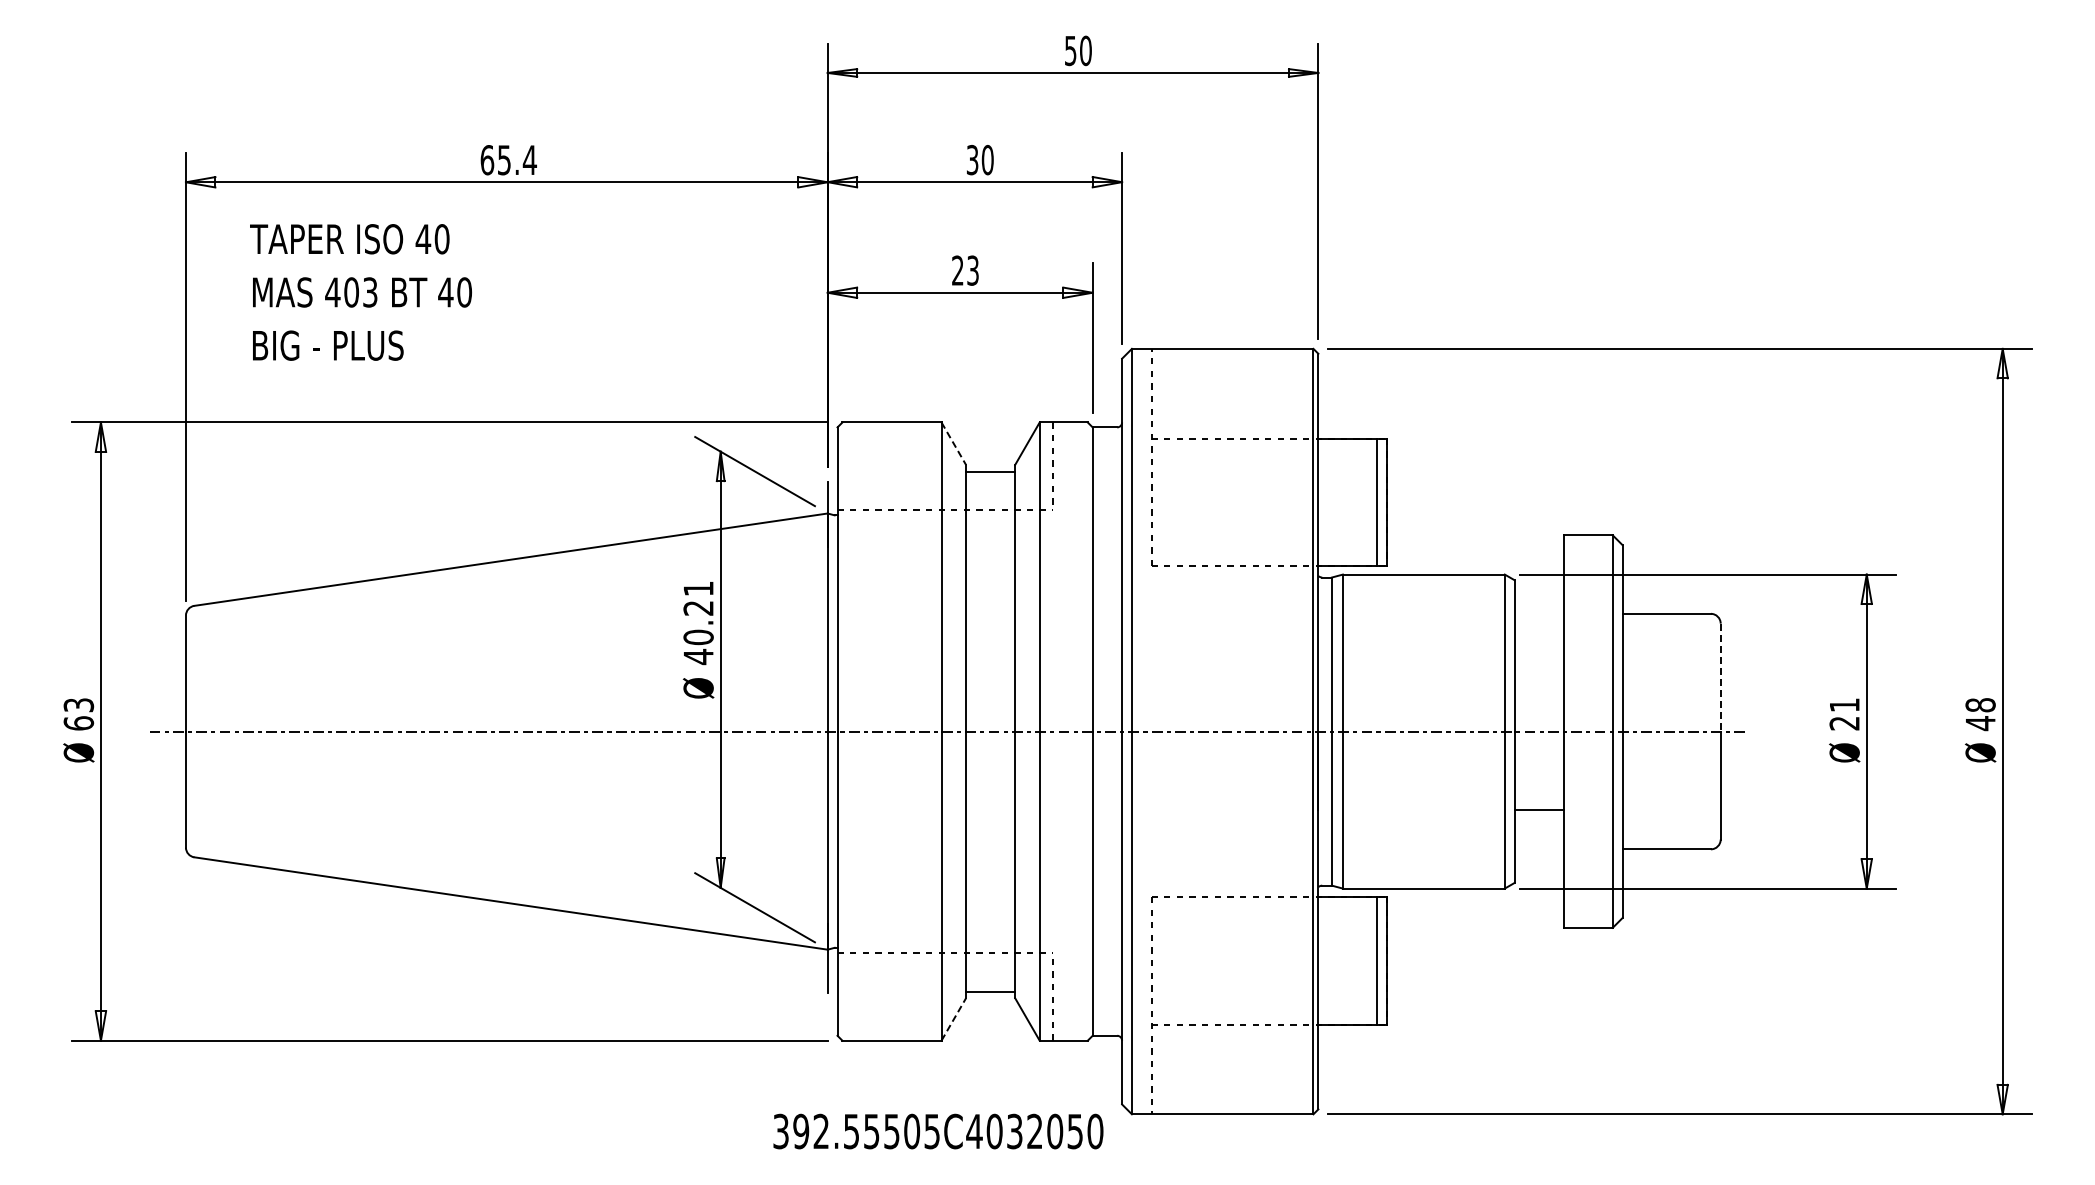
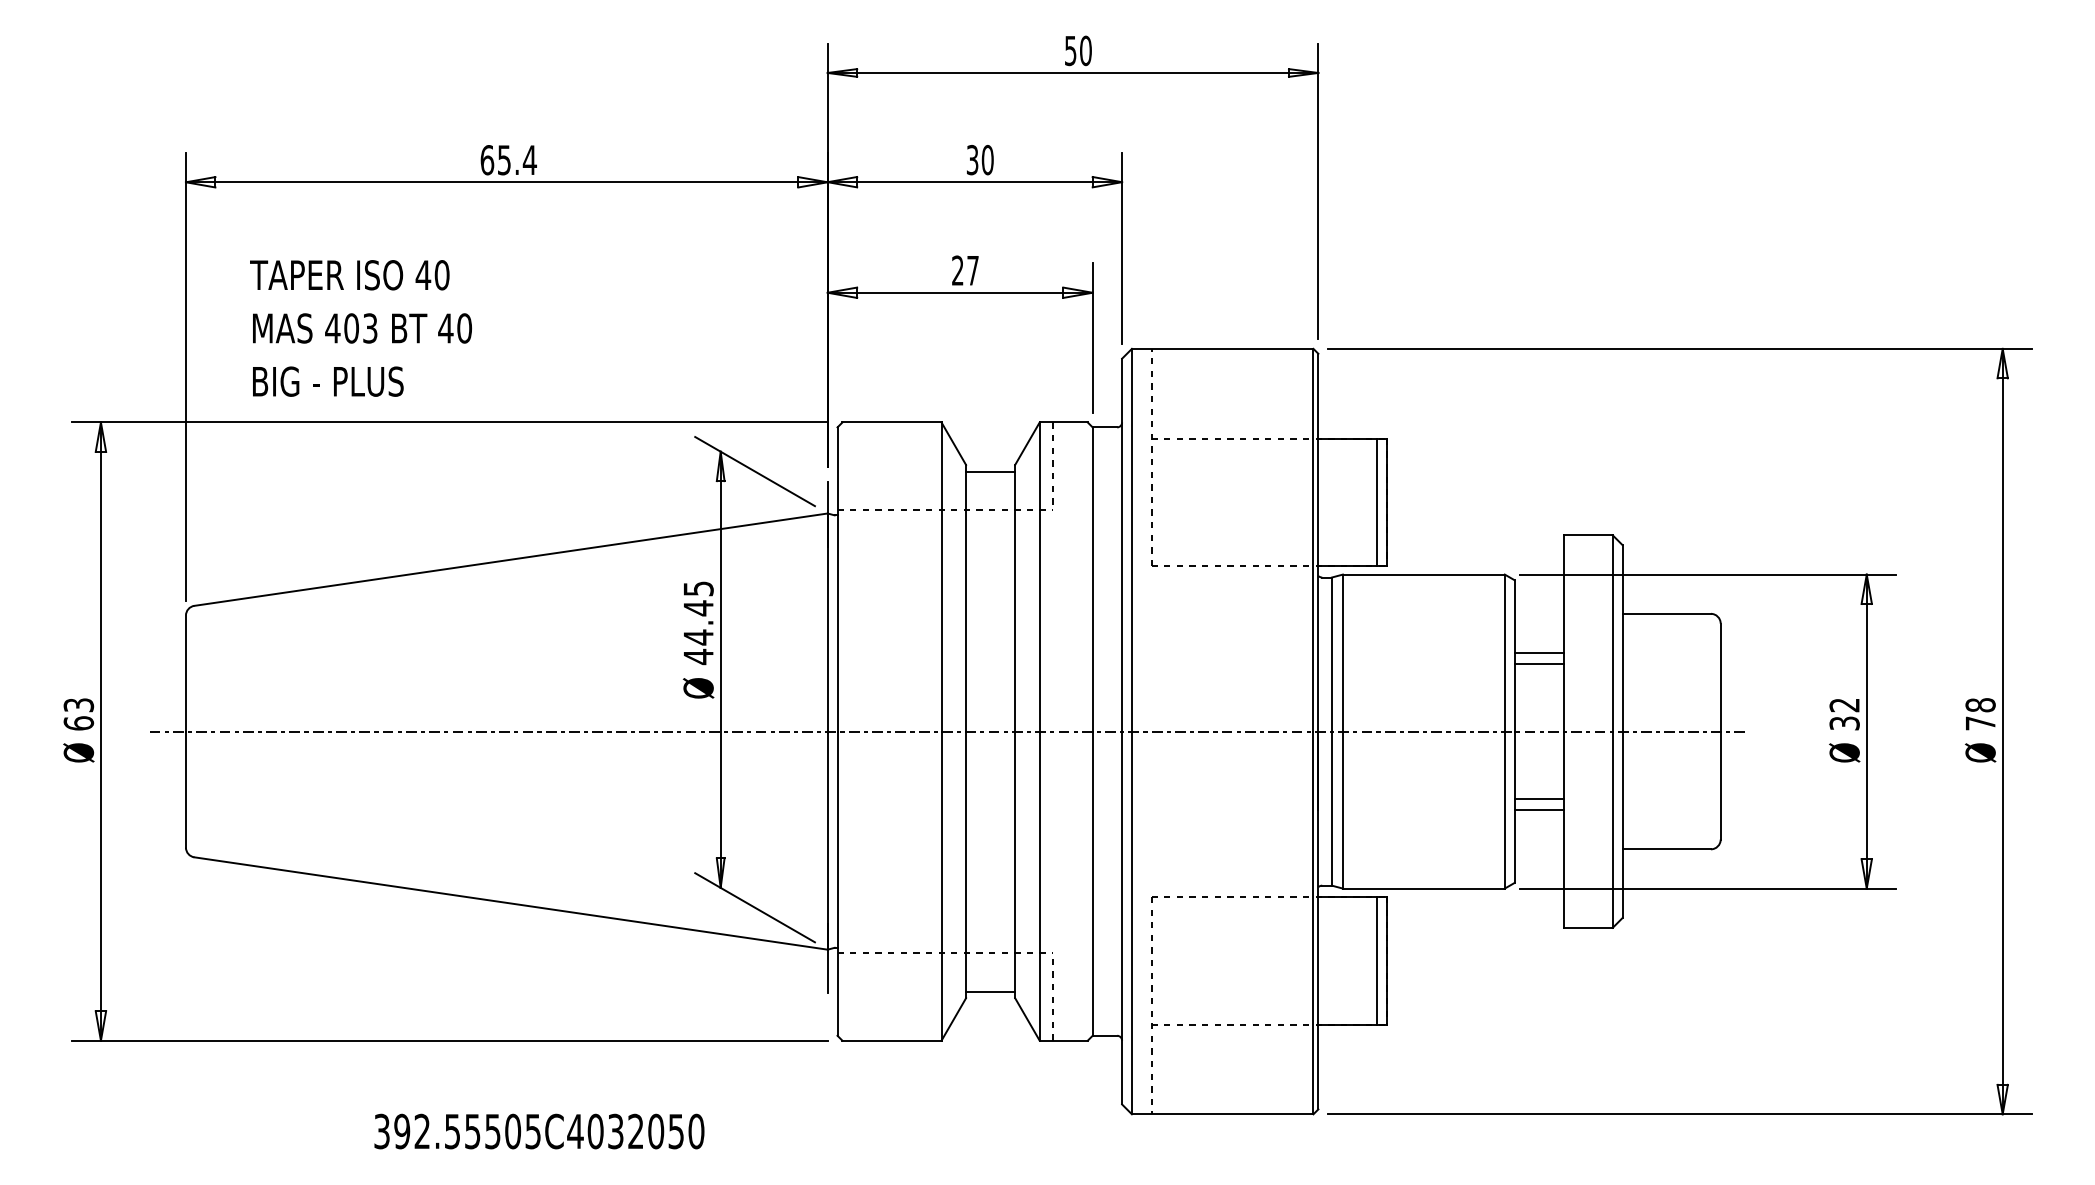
text at (972, 270): 23 -> 27
text at (360, 292) position: (360, 292) -> (360, 328)
line at (953, 443): dashed -> solid
text at (698, 613): 40.21 -> 44.45
line at (1538, 653): none -> present
line at (1538, 663): none -> present
line at (1720, 677): dashed -> solid
text at (1844, 714): 21 -> 32
text at (1980, 723): 48 -> 78
line at (1538, 799): none -> present
line at (953, 1019): dashed -> solid
text at (938, 1131) position: (938, 1131) -> (539, 1131)
